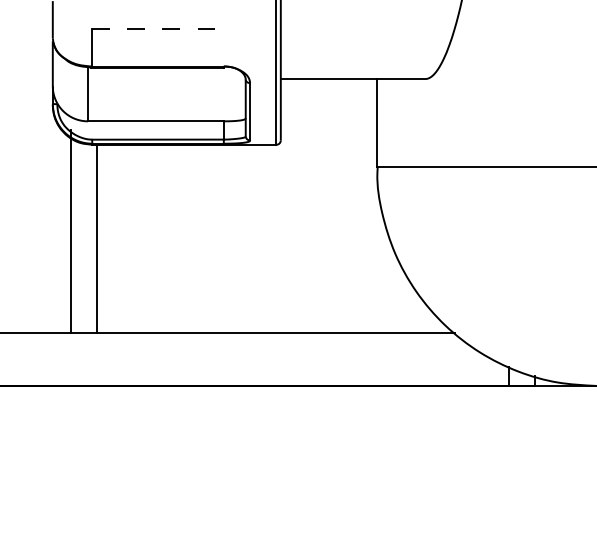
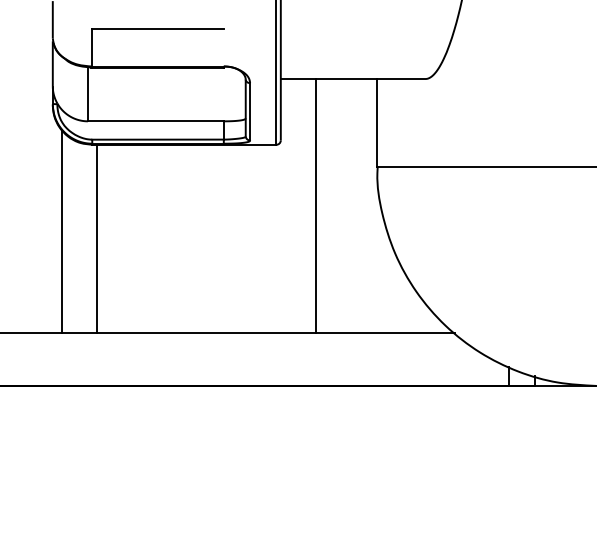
line at (158, 28): dashed -> solid
line at (315, 206): none -> present
line at (70, 231) position: (70, 231) -> (61, 231)
